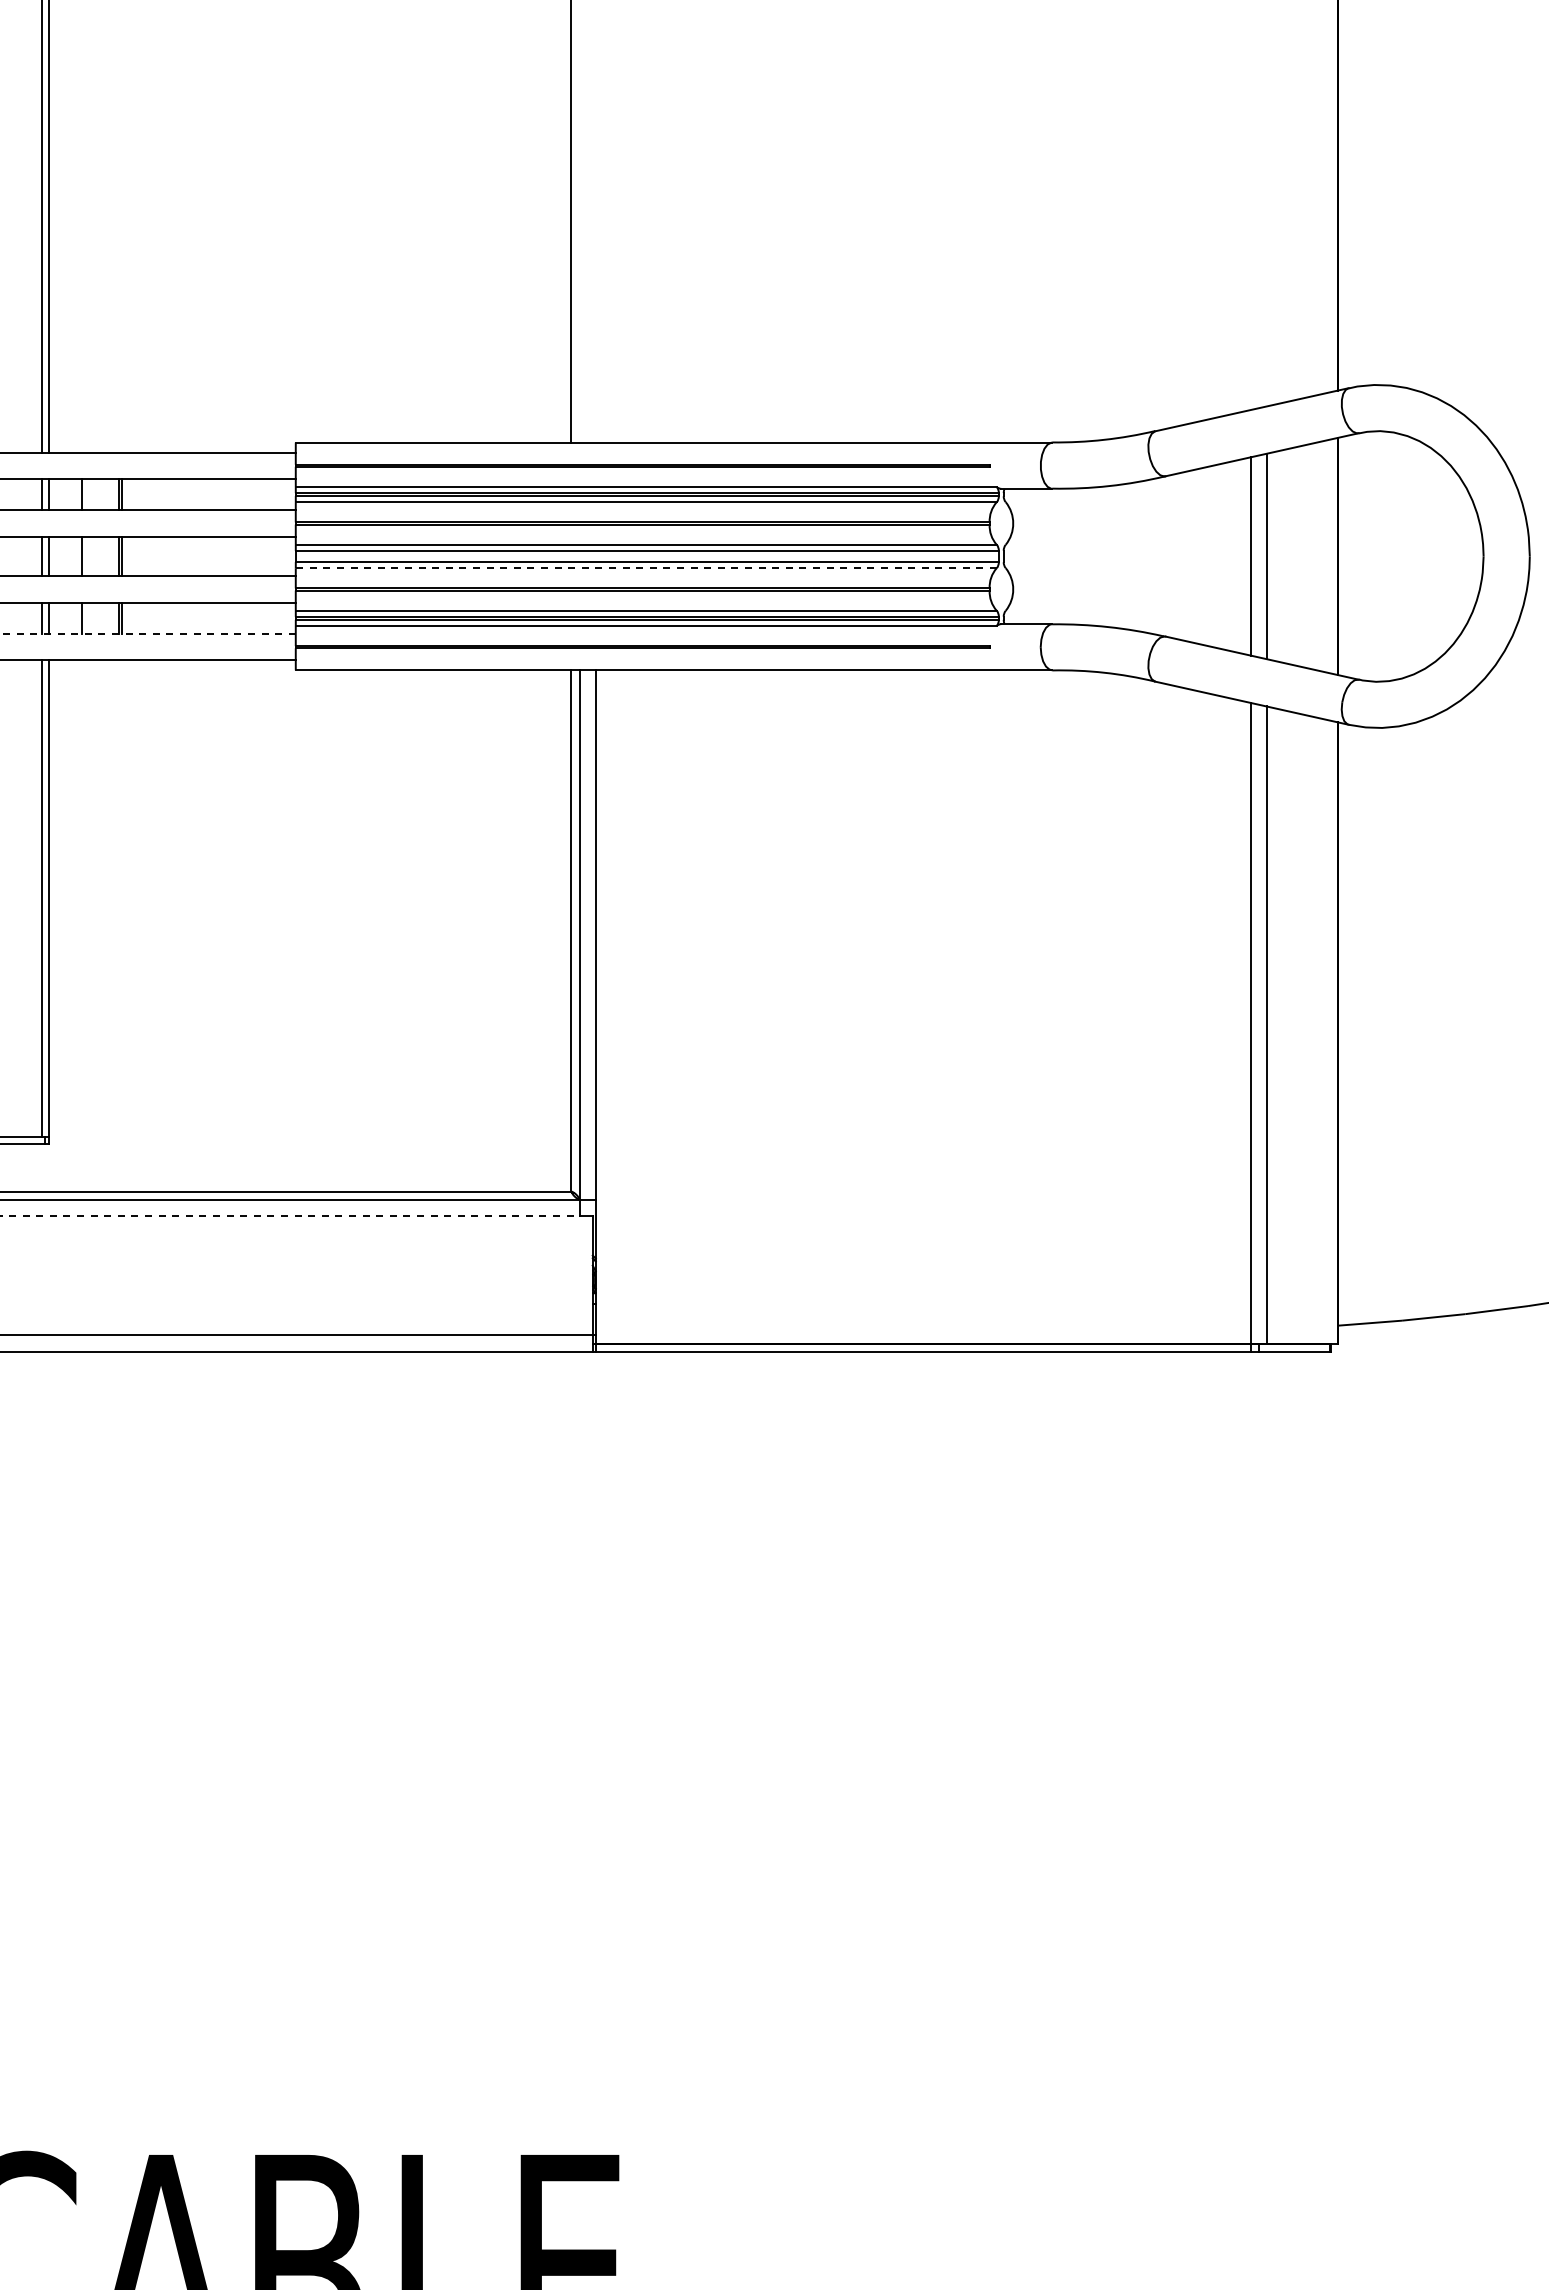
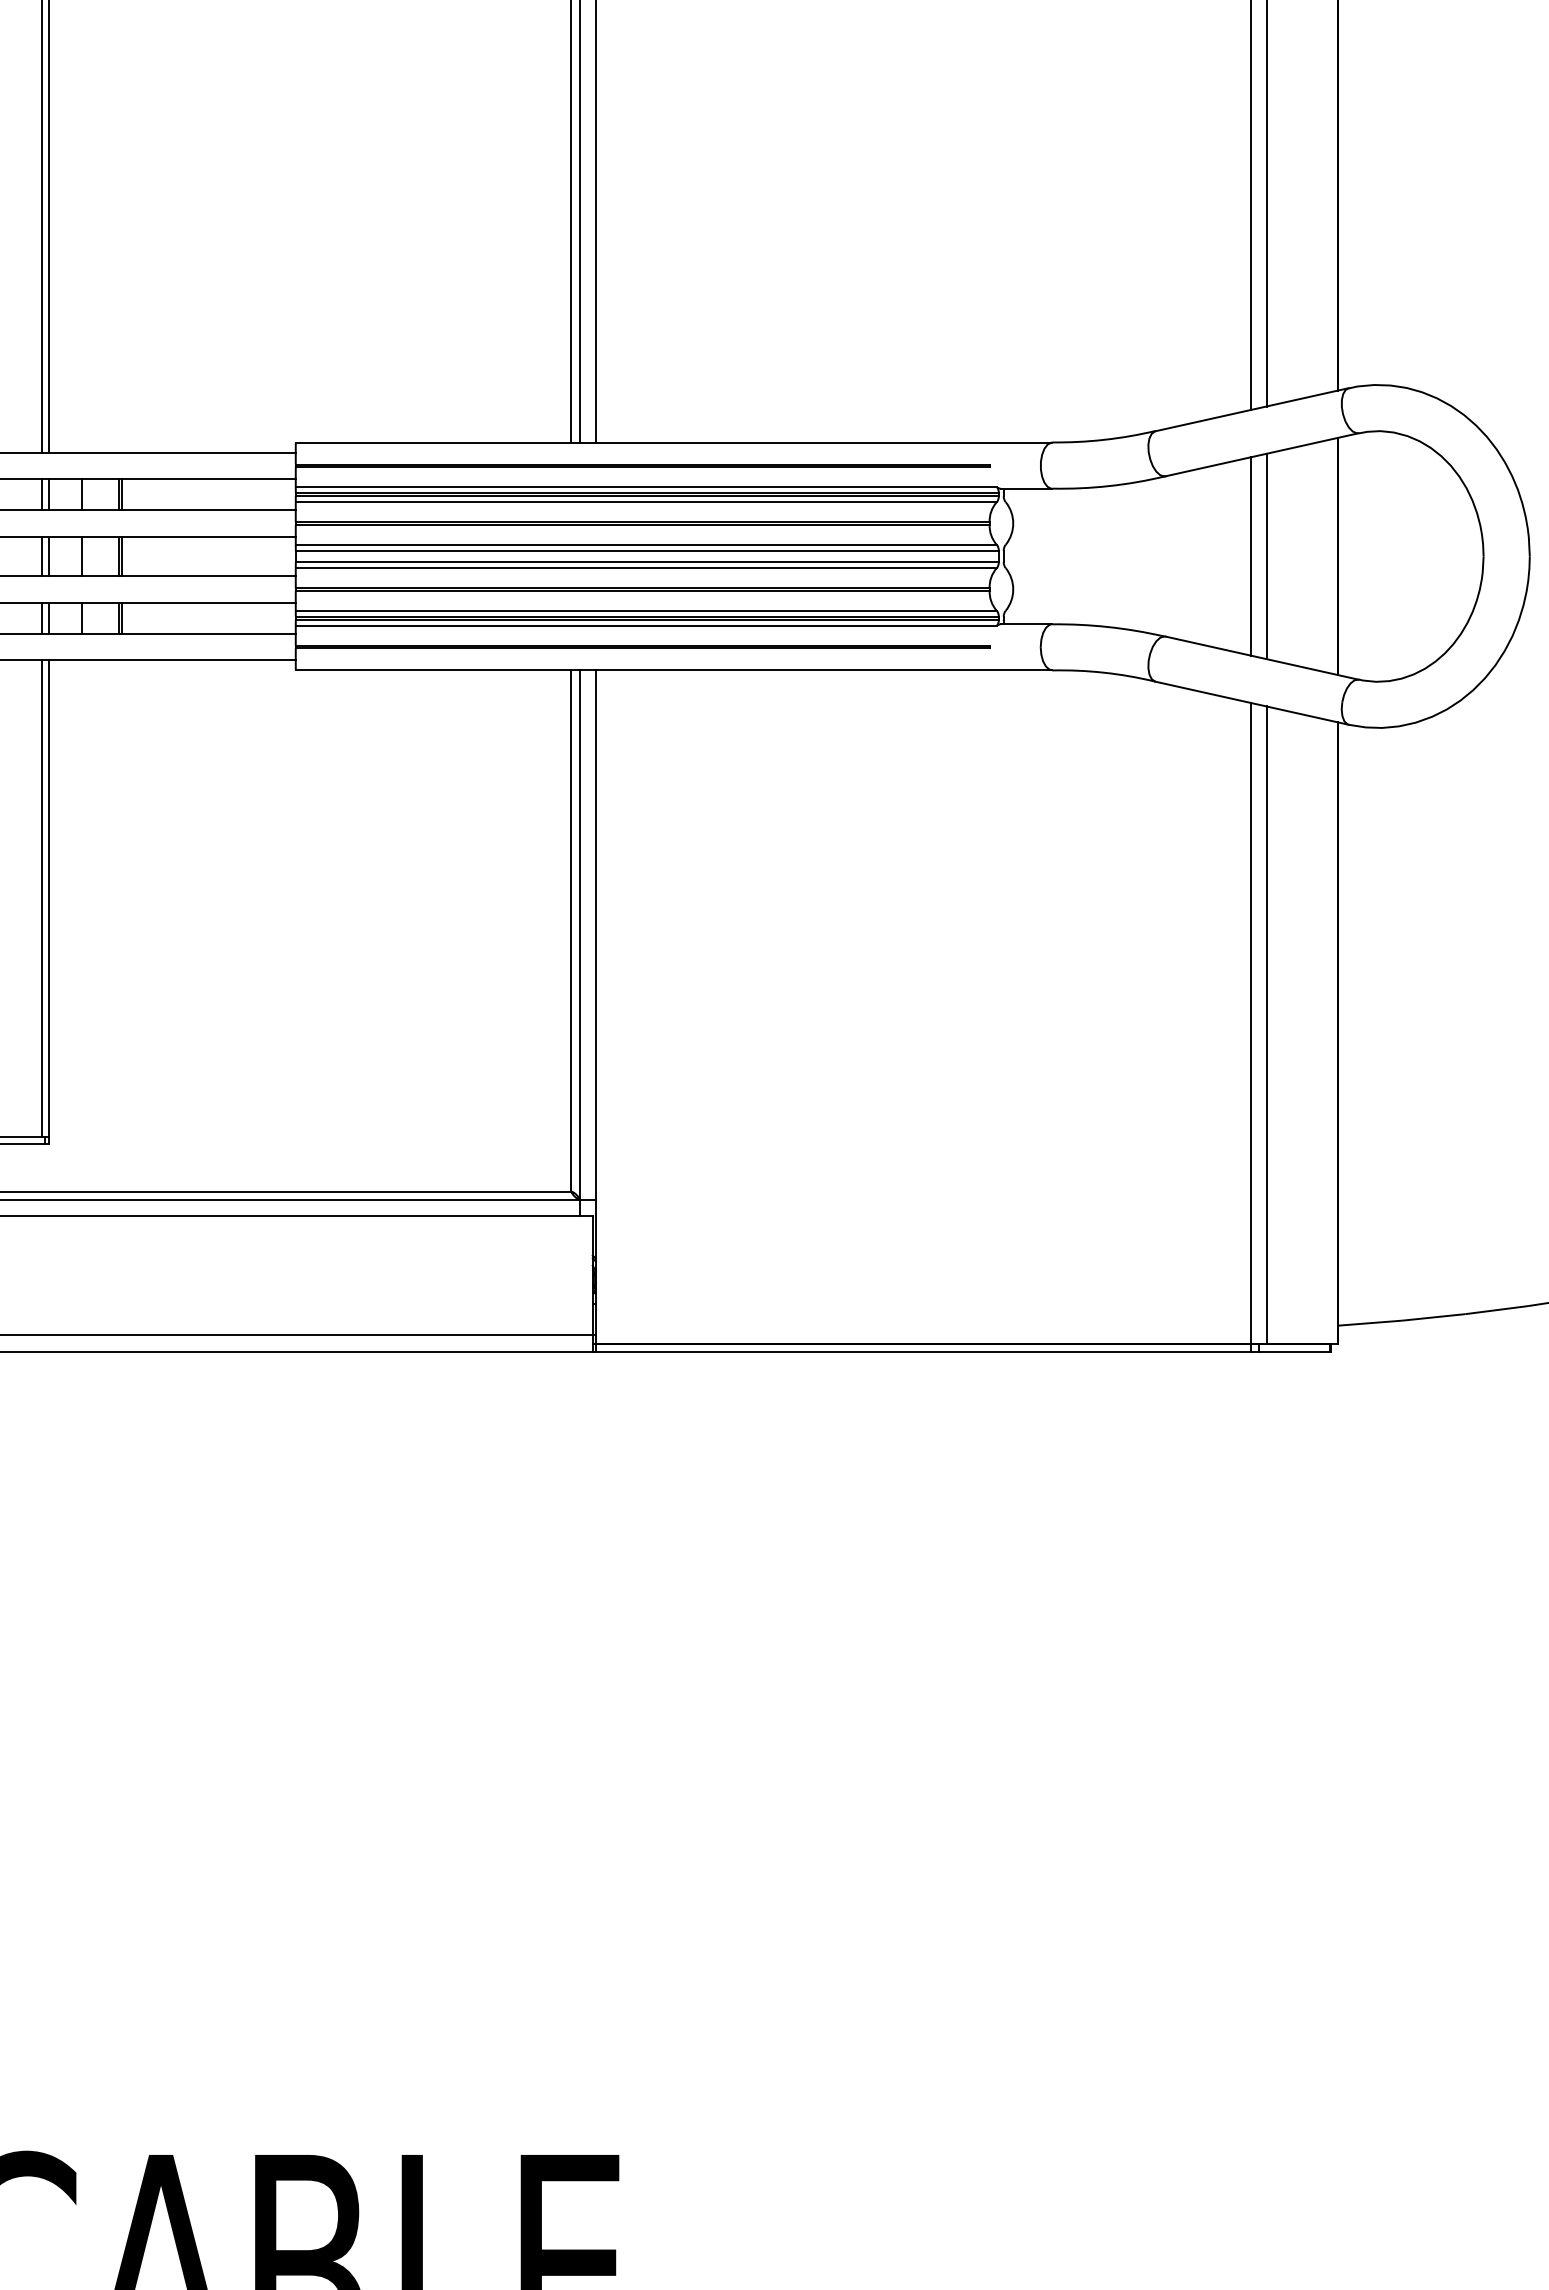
line at (1266, 204): none -> present
line at (1251, 205): none -> present
line at (579, 222): none -> present
line at (595, 222): none -> present
line at (645, 568): dashed -> solid
line at (147, 634): dashed -> solid
line at (290, 1215): dashed -> solid
